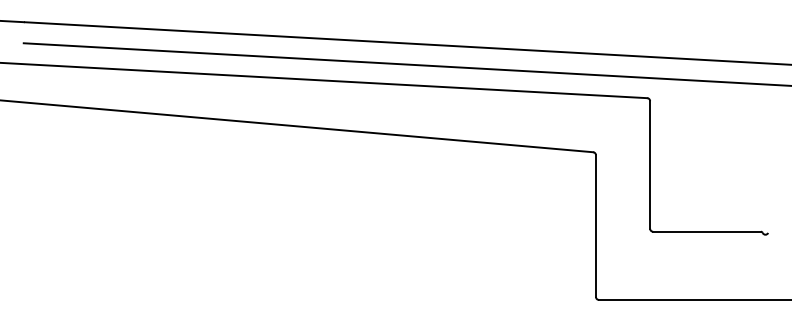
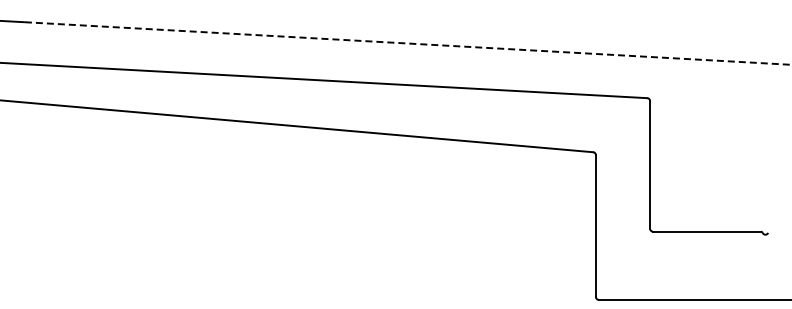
line at (408, 43): solid -> dashed
line at (405, 64): present -> none
